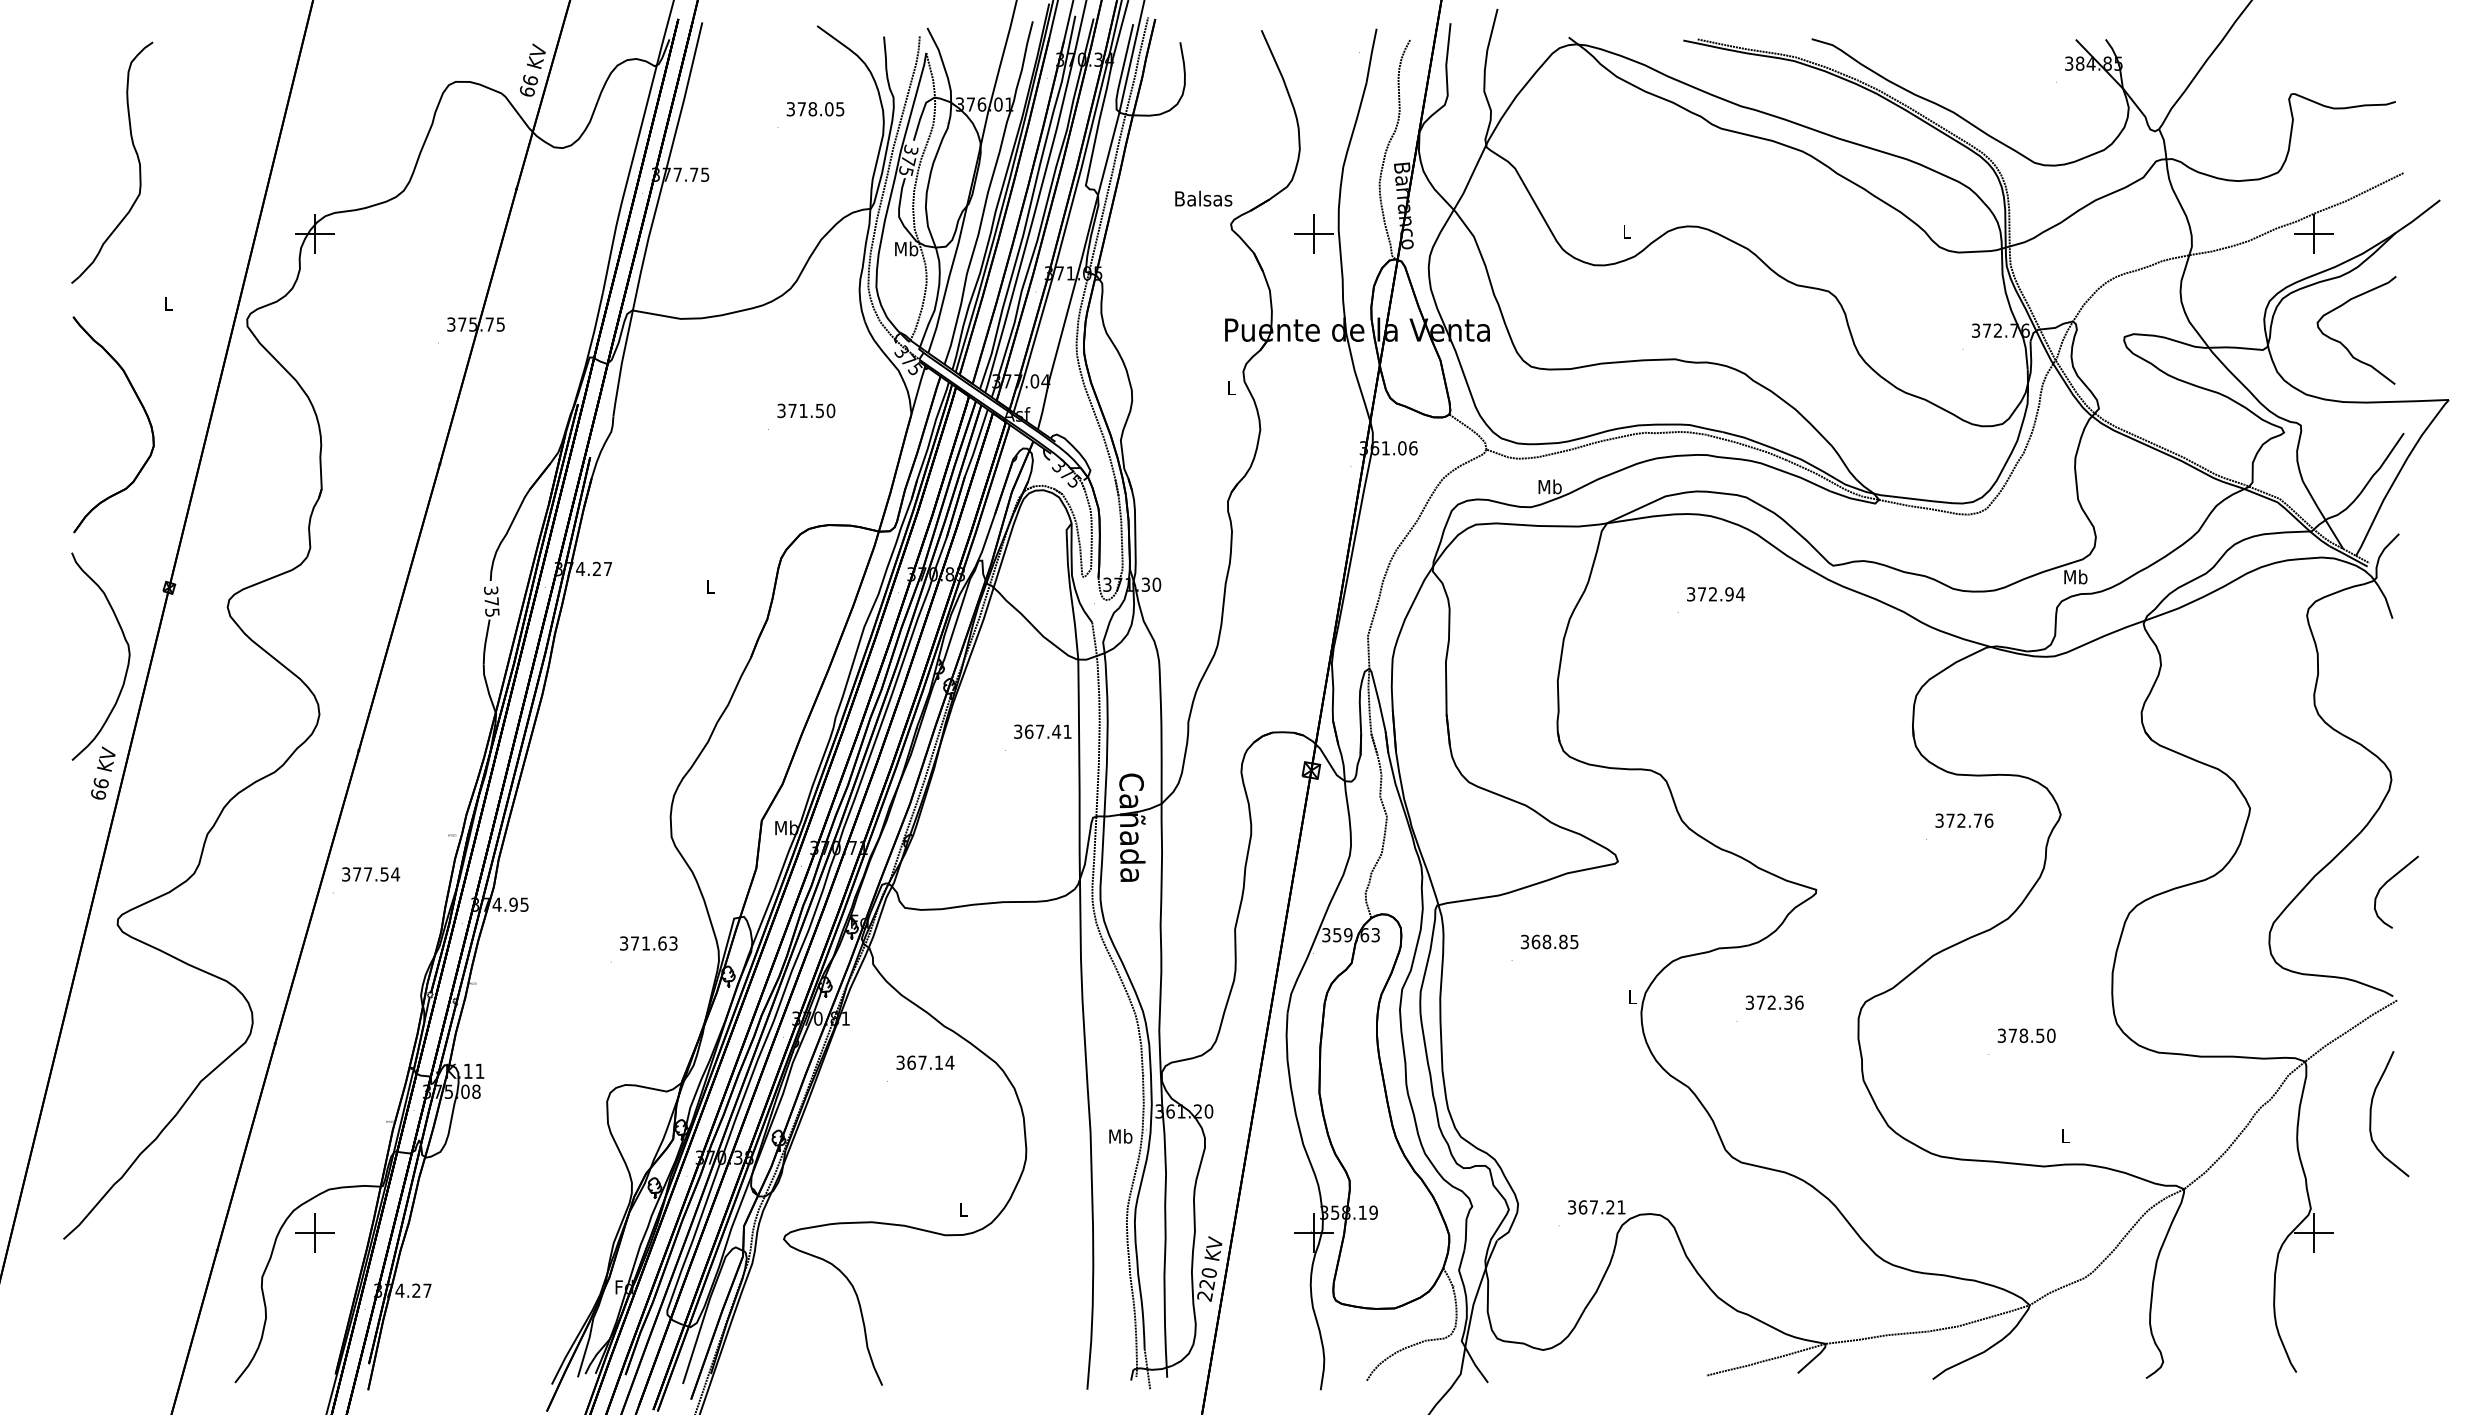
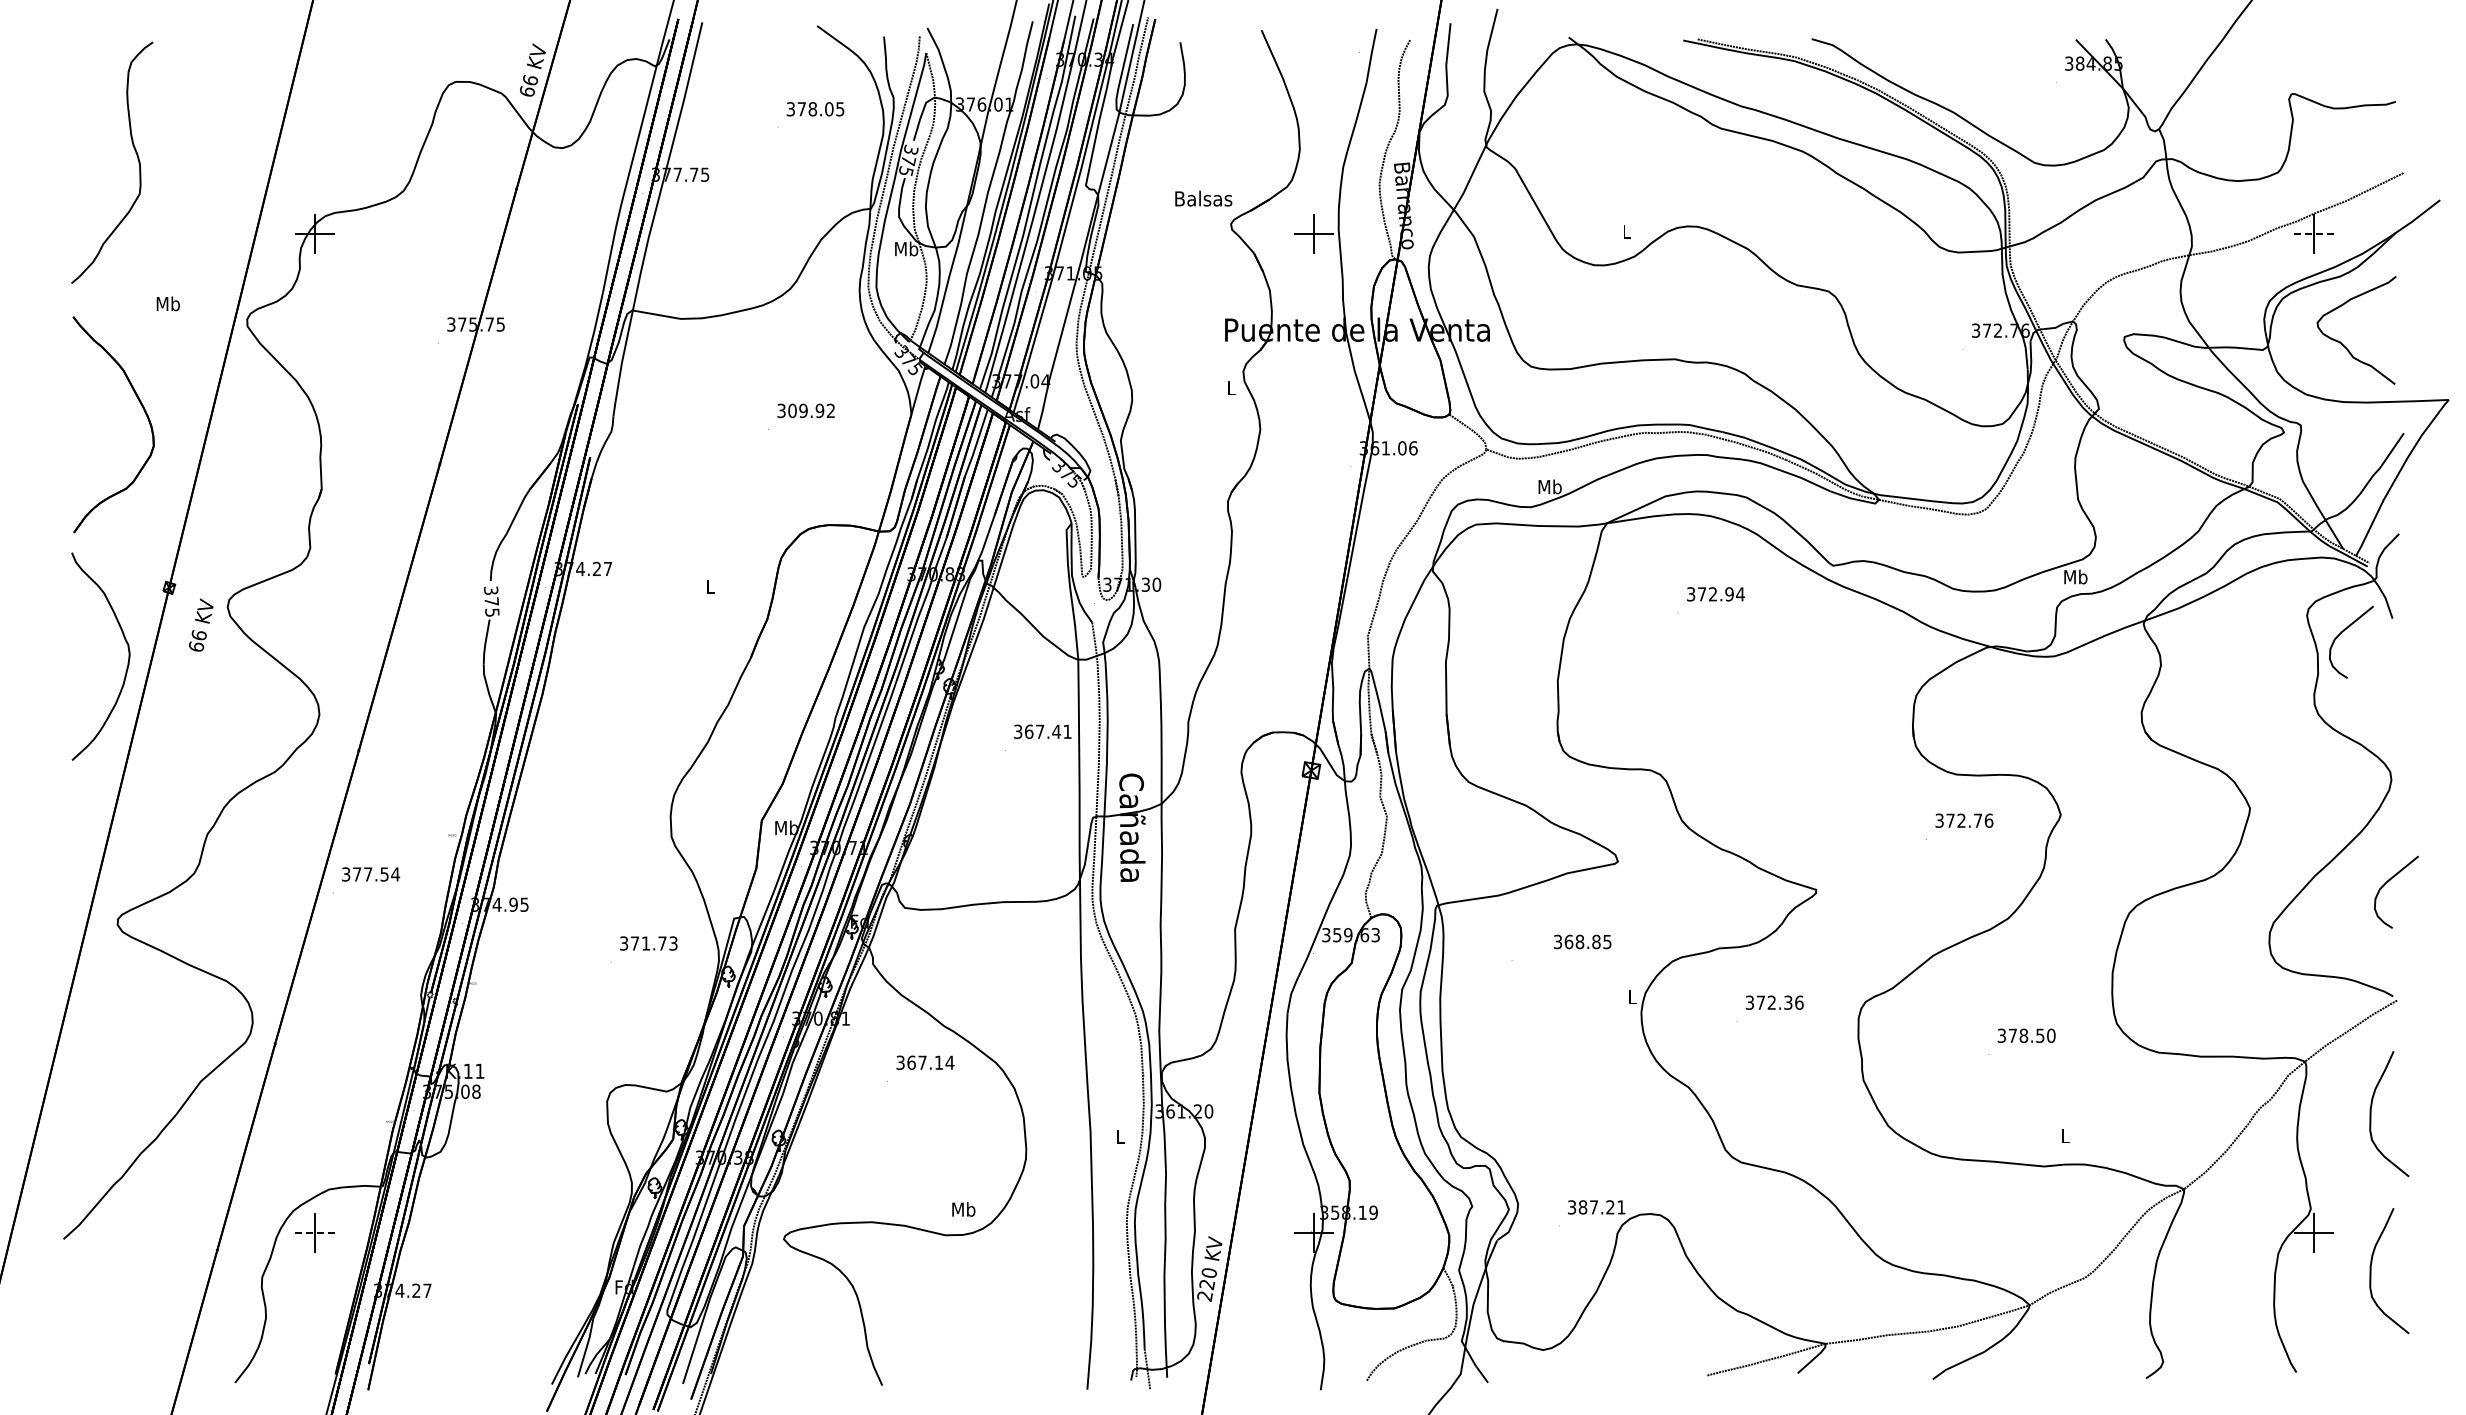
line at (2313, 233): solid -> dashed
text at (167, 303): L -> Mb
text at (811, 410): 371.50 -> 309.92
curve at (2344, 631): none -> present
text at (103, 772) position: (103, 772) -> (201, 624)
text at (1549, 941) position: (1549, 941) -> (1582, 941)
text at (662, 943): 371.63 -> 371.73
text at (1120, 1136): Mb -> L
text at (1582, 1207): 367.21 -> 387.21
text at (963, 1209): L -> Mb
line at (314, 1233): solid -> dashed
curve at (2371, 1271): none -> present
